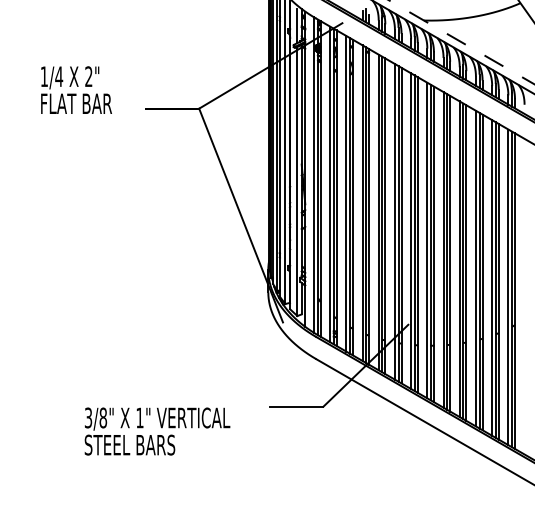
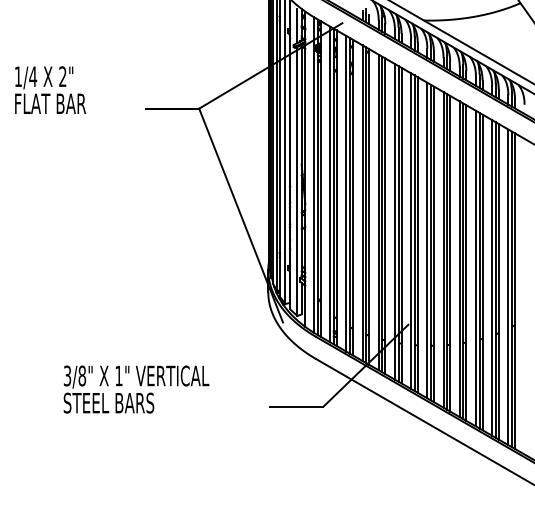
line at (461, 42): dashed -> solid
text at (76, 89) position: (76, 89) -> (50, 89)
text at (157, 431) position: (157, 431) -> (136, 389)
